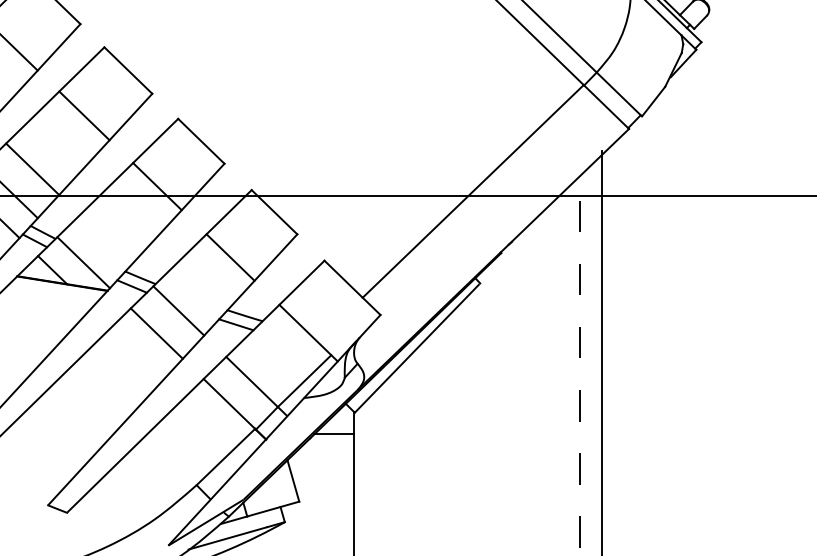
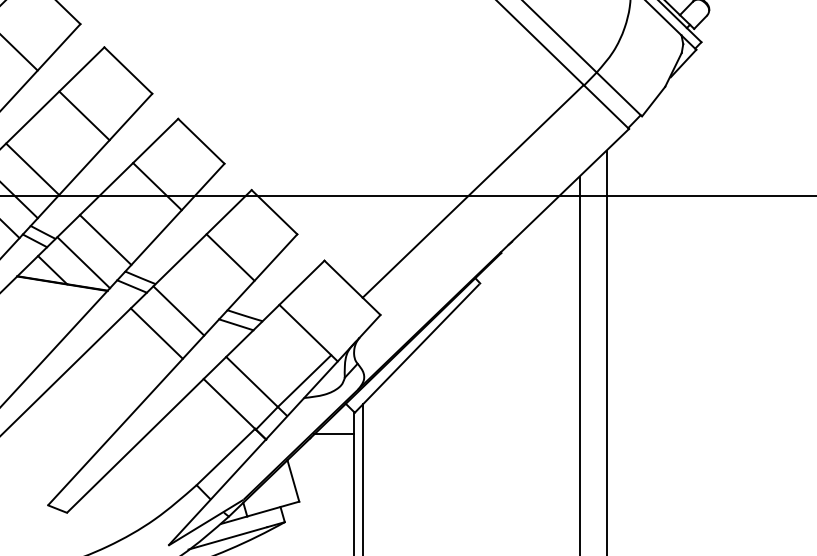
line at (105, 239): none -> present
line at (601, 351) position: (601, 351) -> (606, 351)
line at (579, 365): dashed -> solid
line at (363, 478): none -> present
